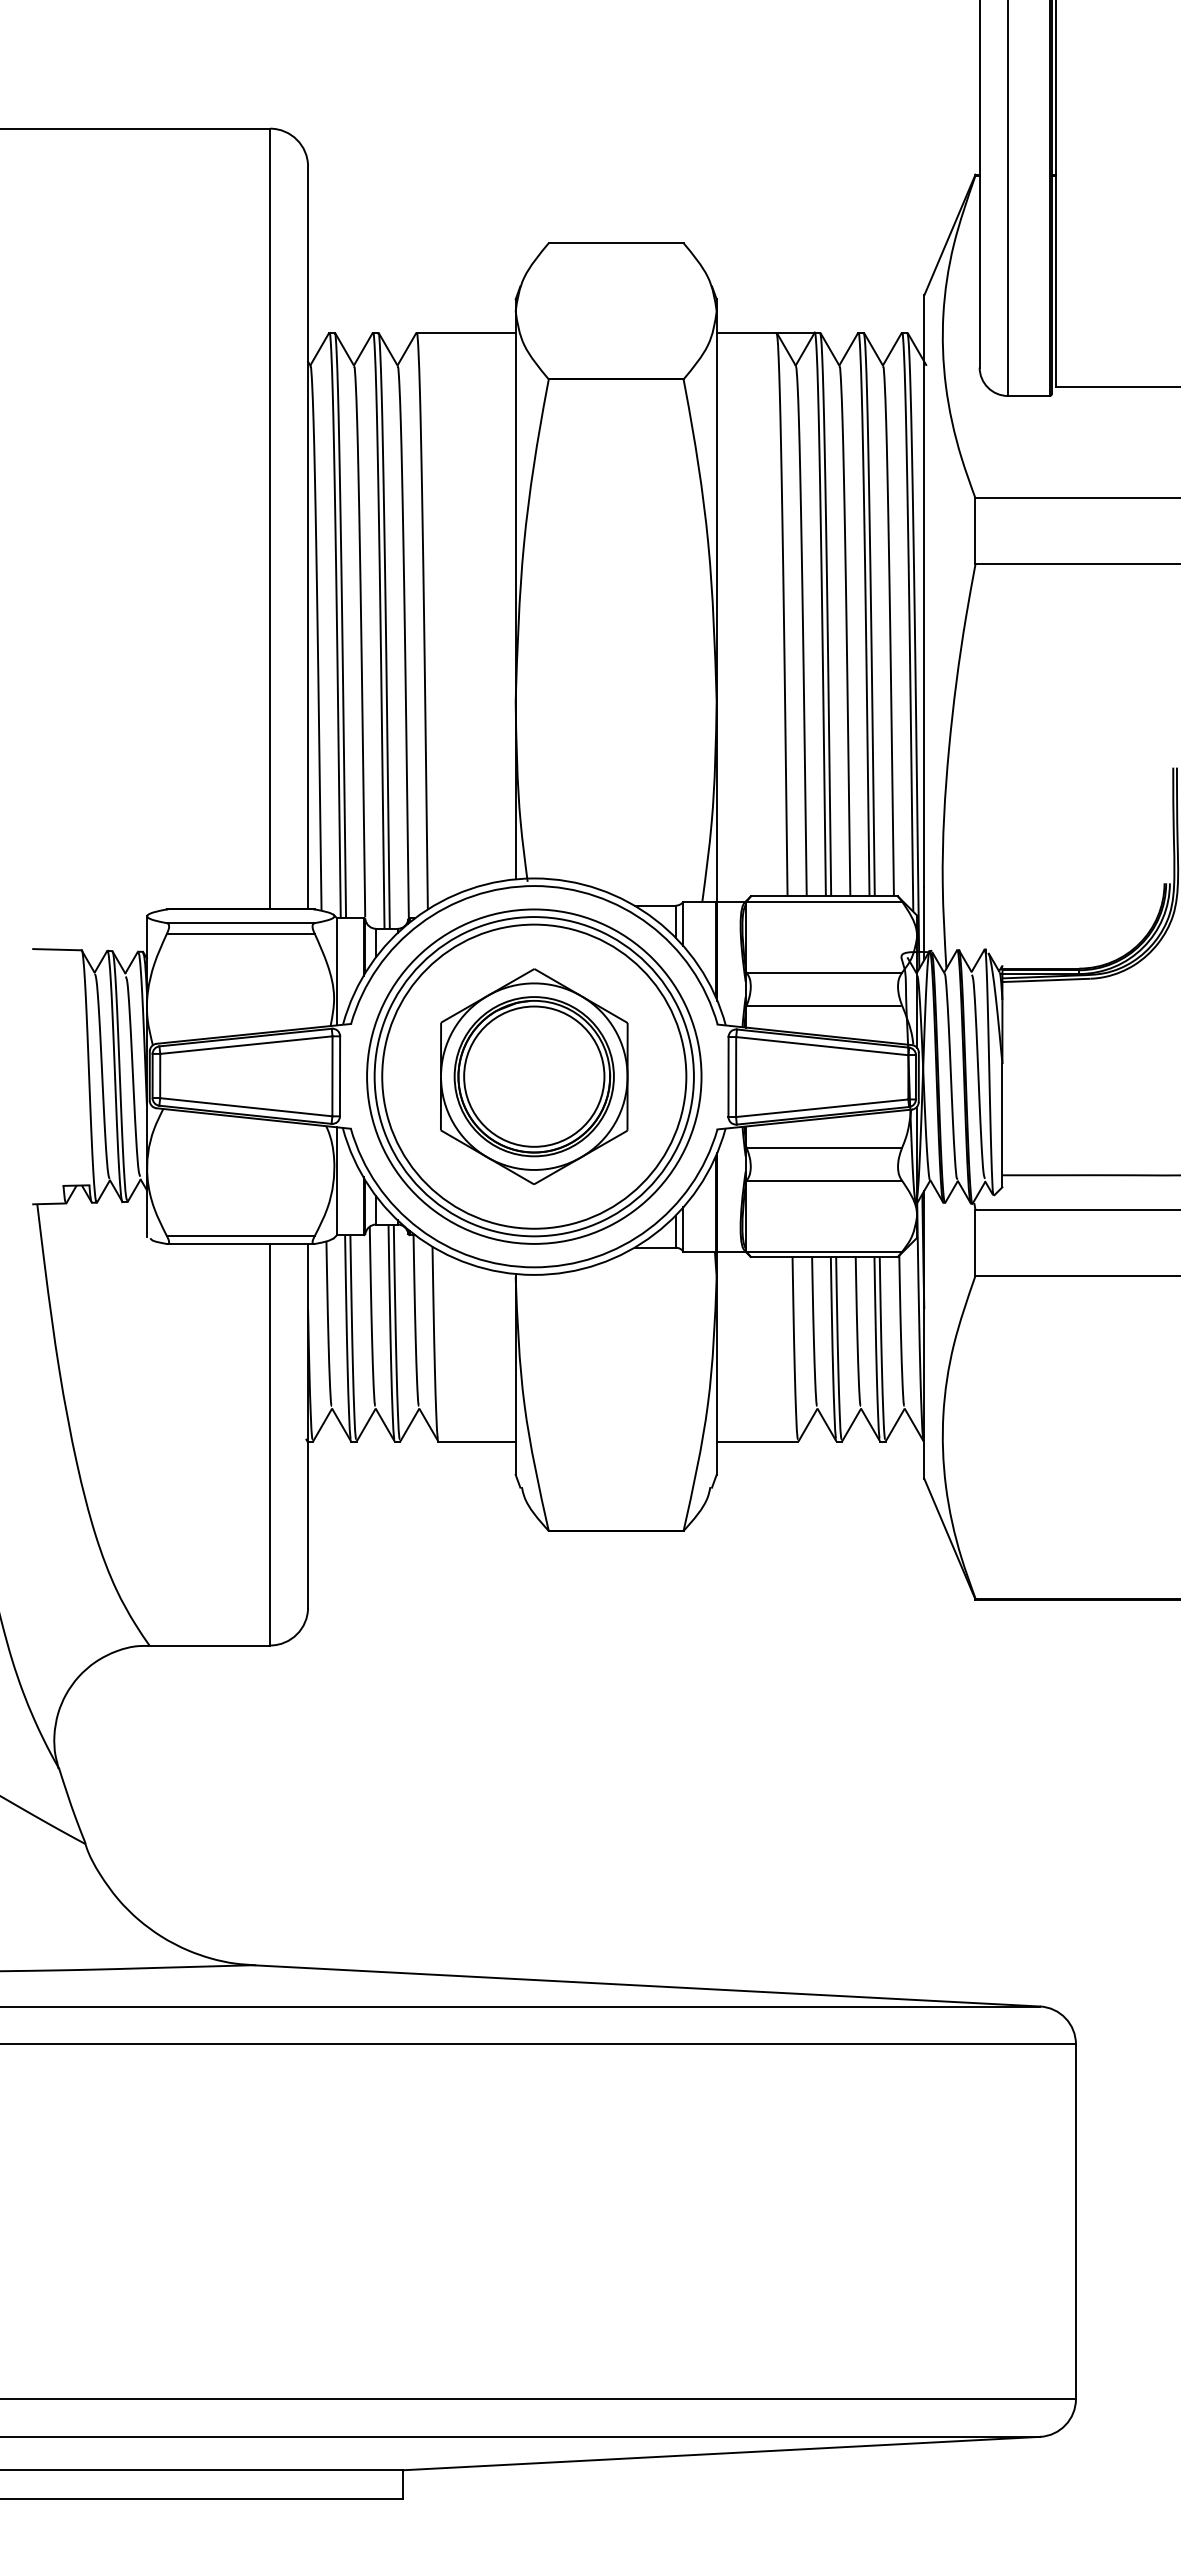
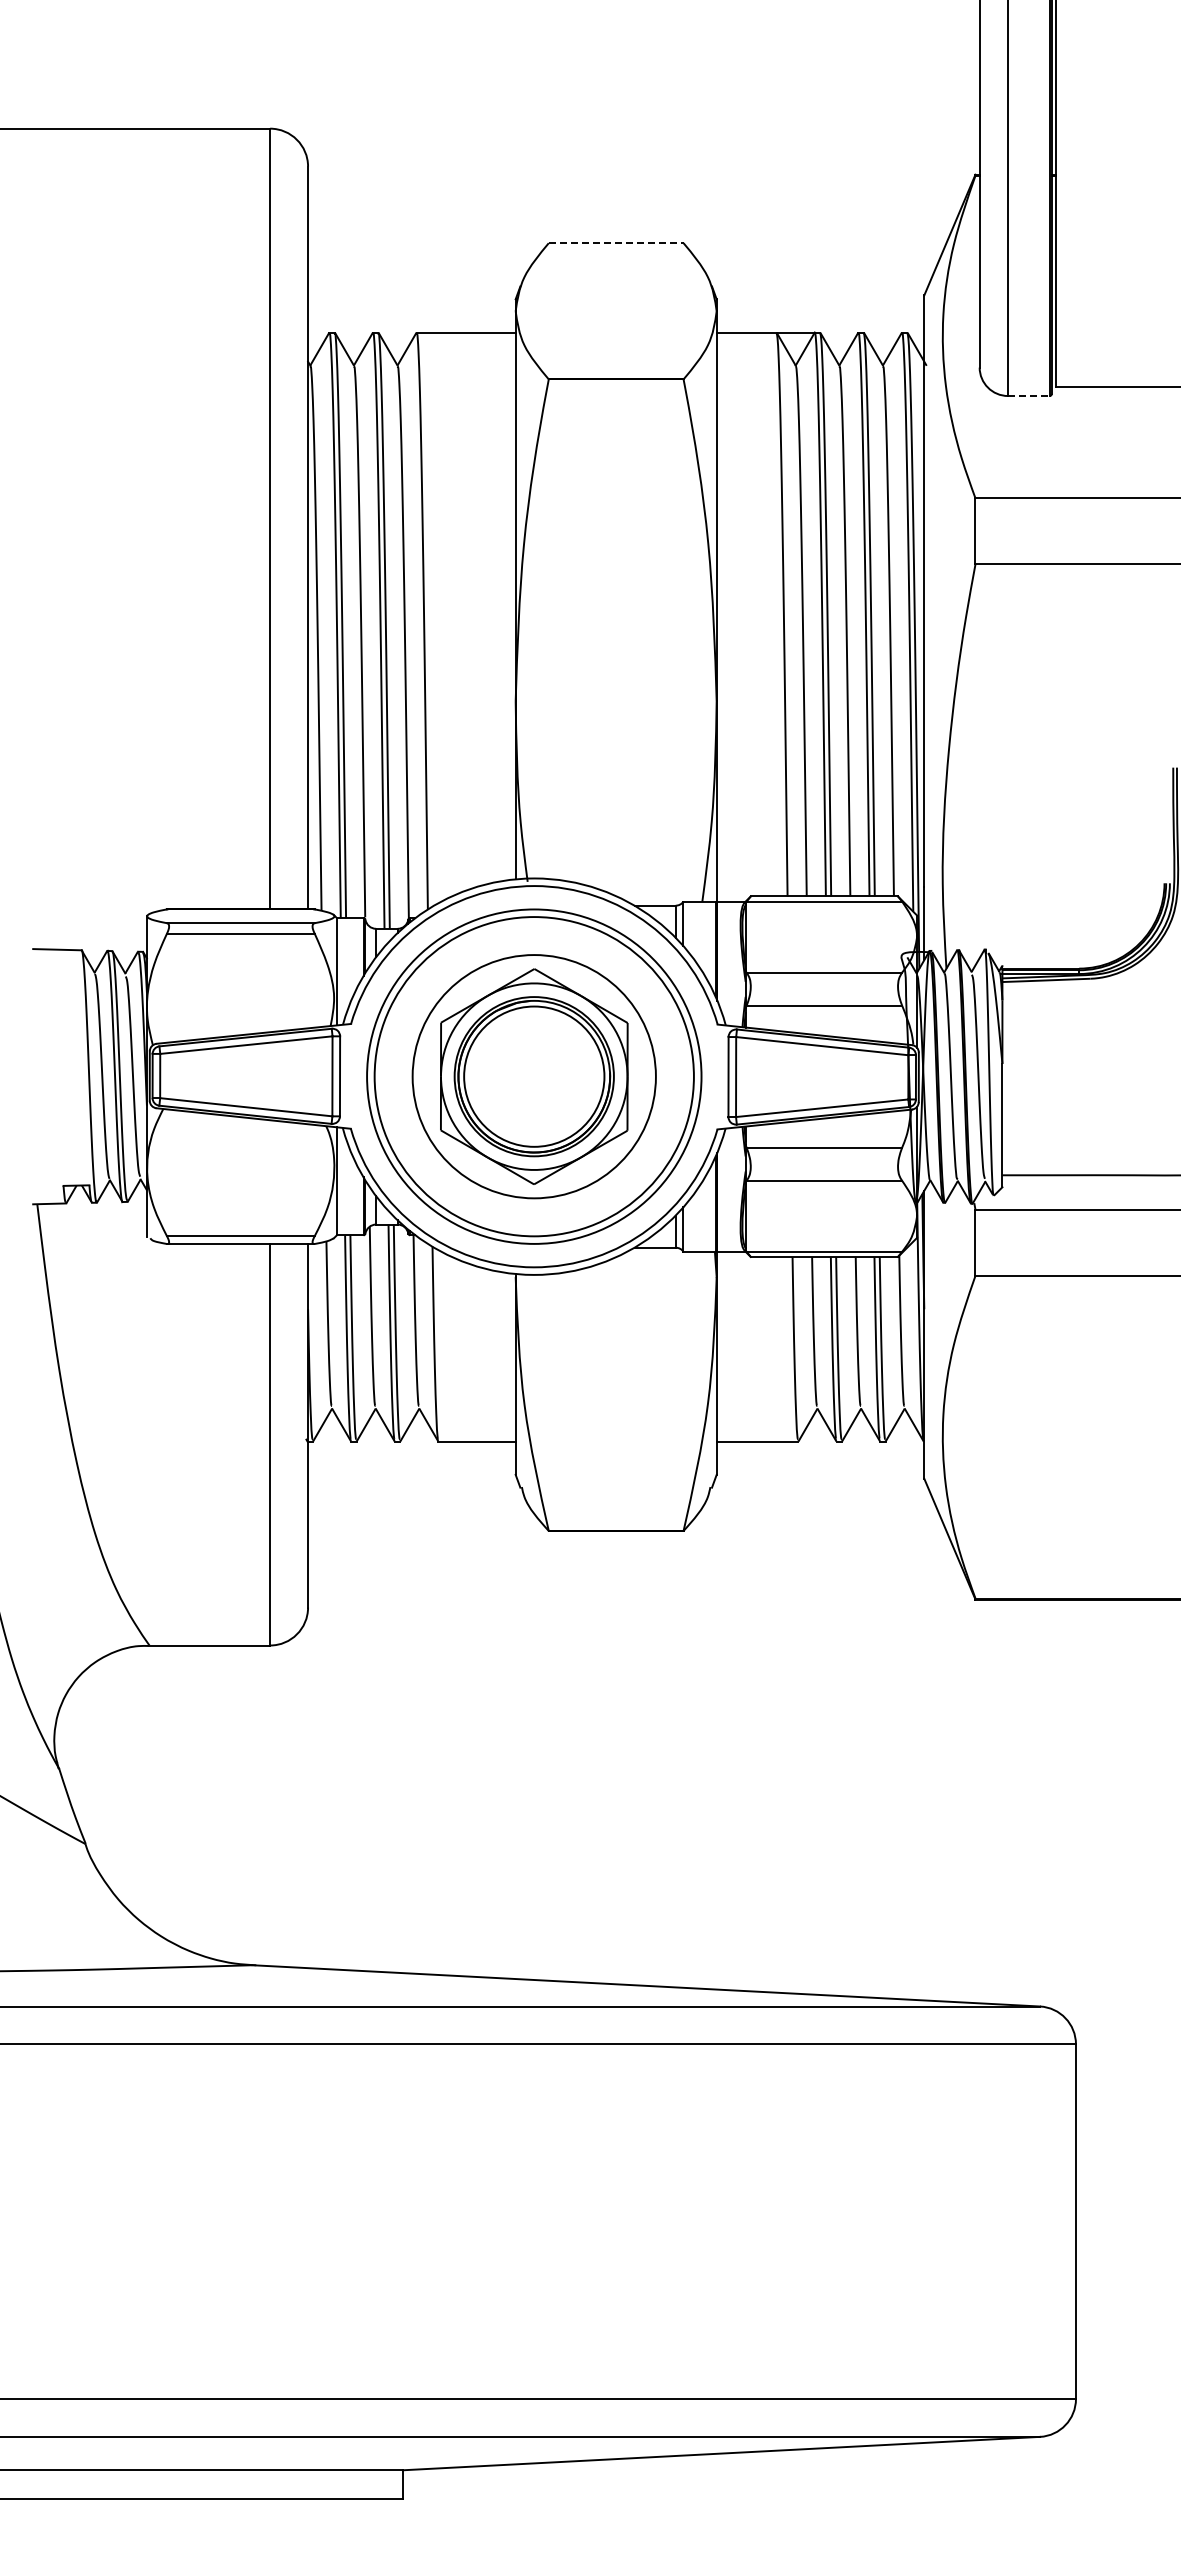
line at (616, 243): solid -> dashed
line at (1028, 396): solid -> dashed
circle at (534, 1076) diameter: 304 px -> 243 px
